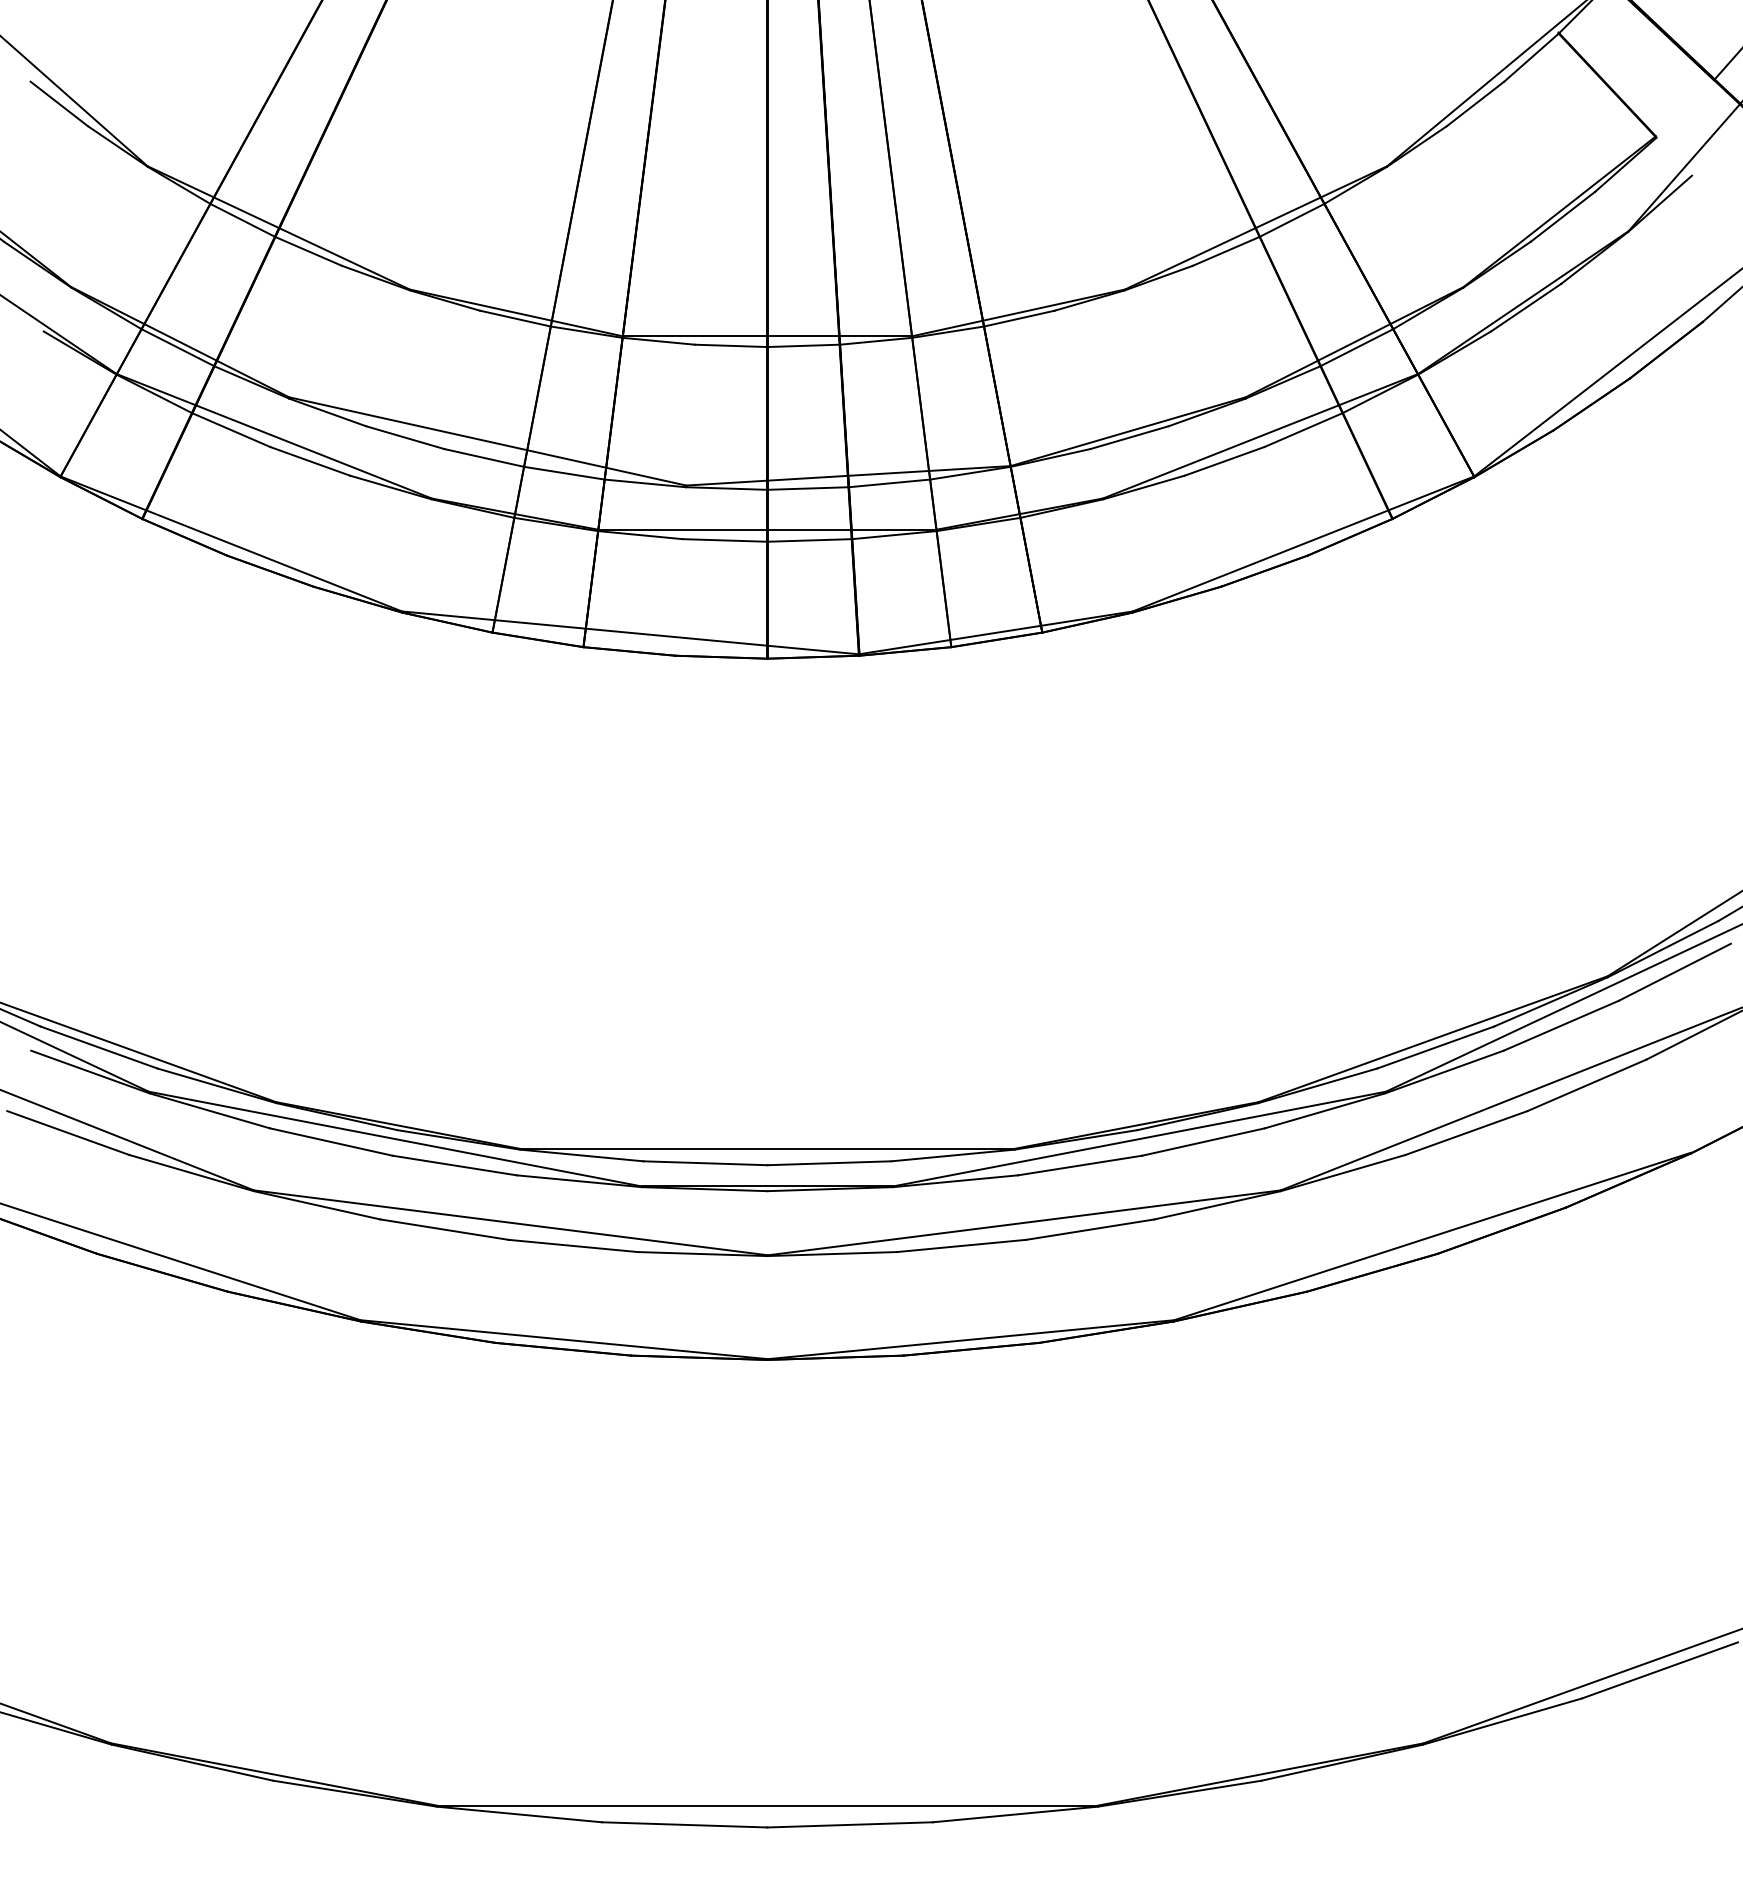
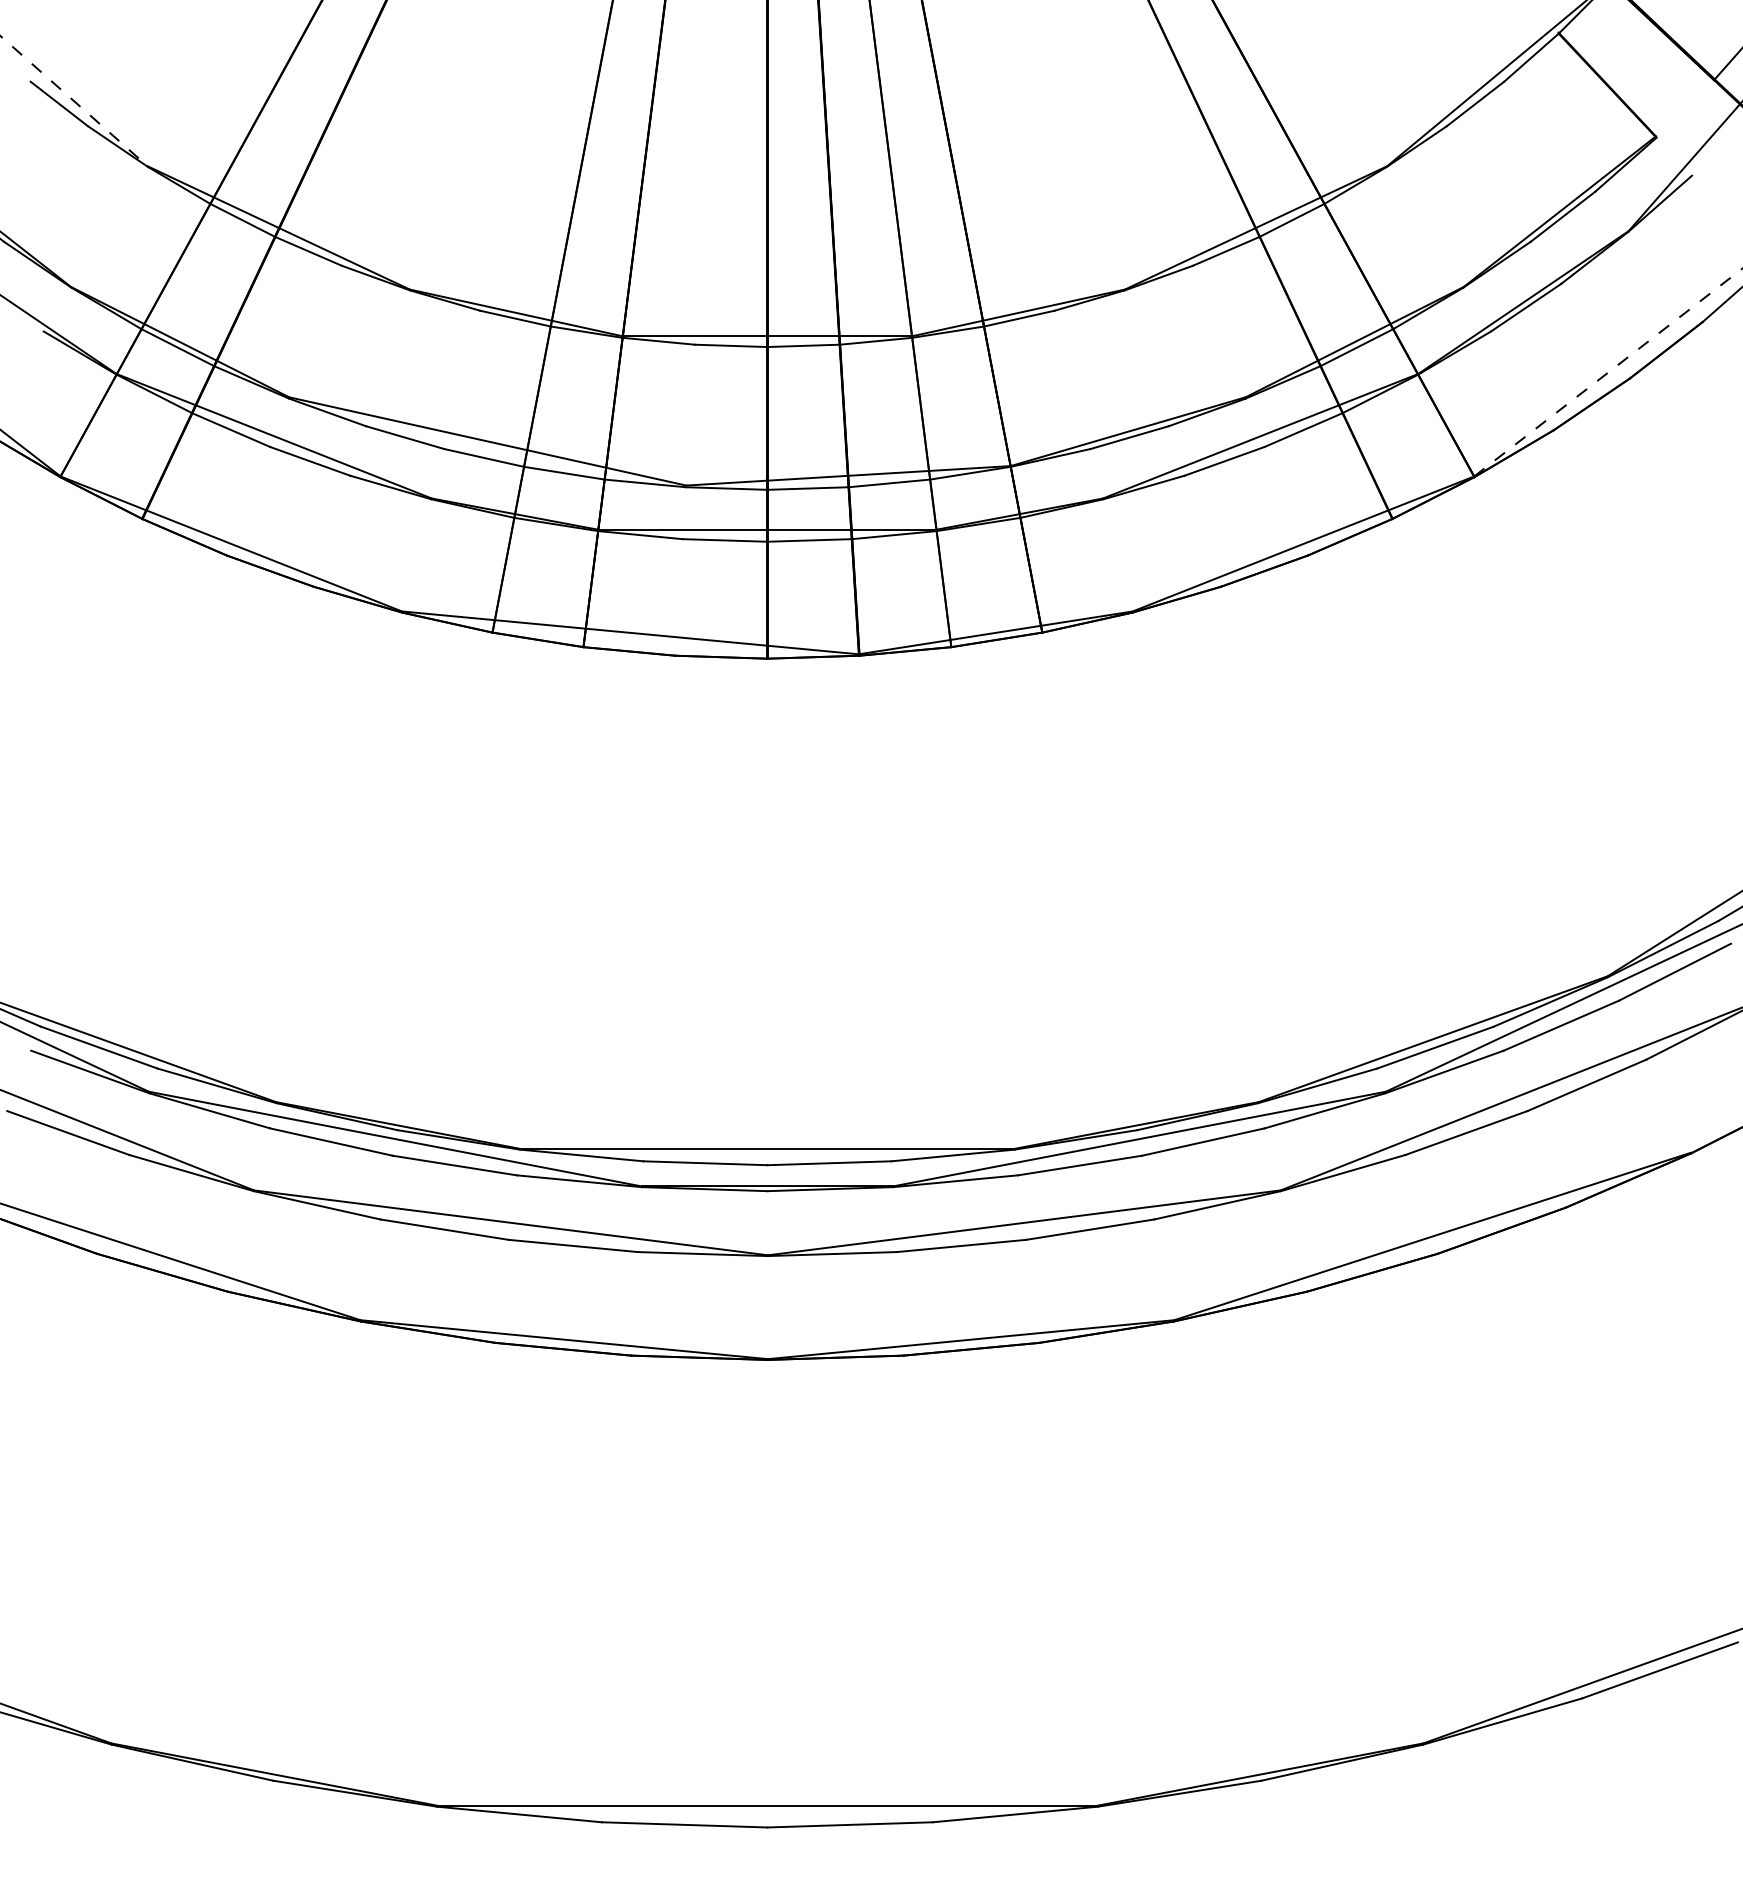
line at (74, 101): solid -> dashed
line at (1608, 372): solid -> dashed
